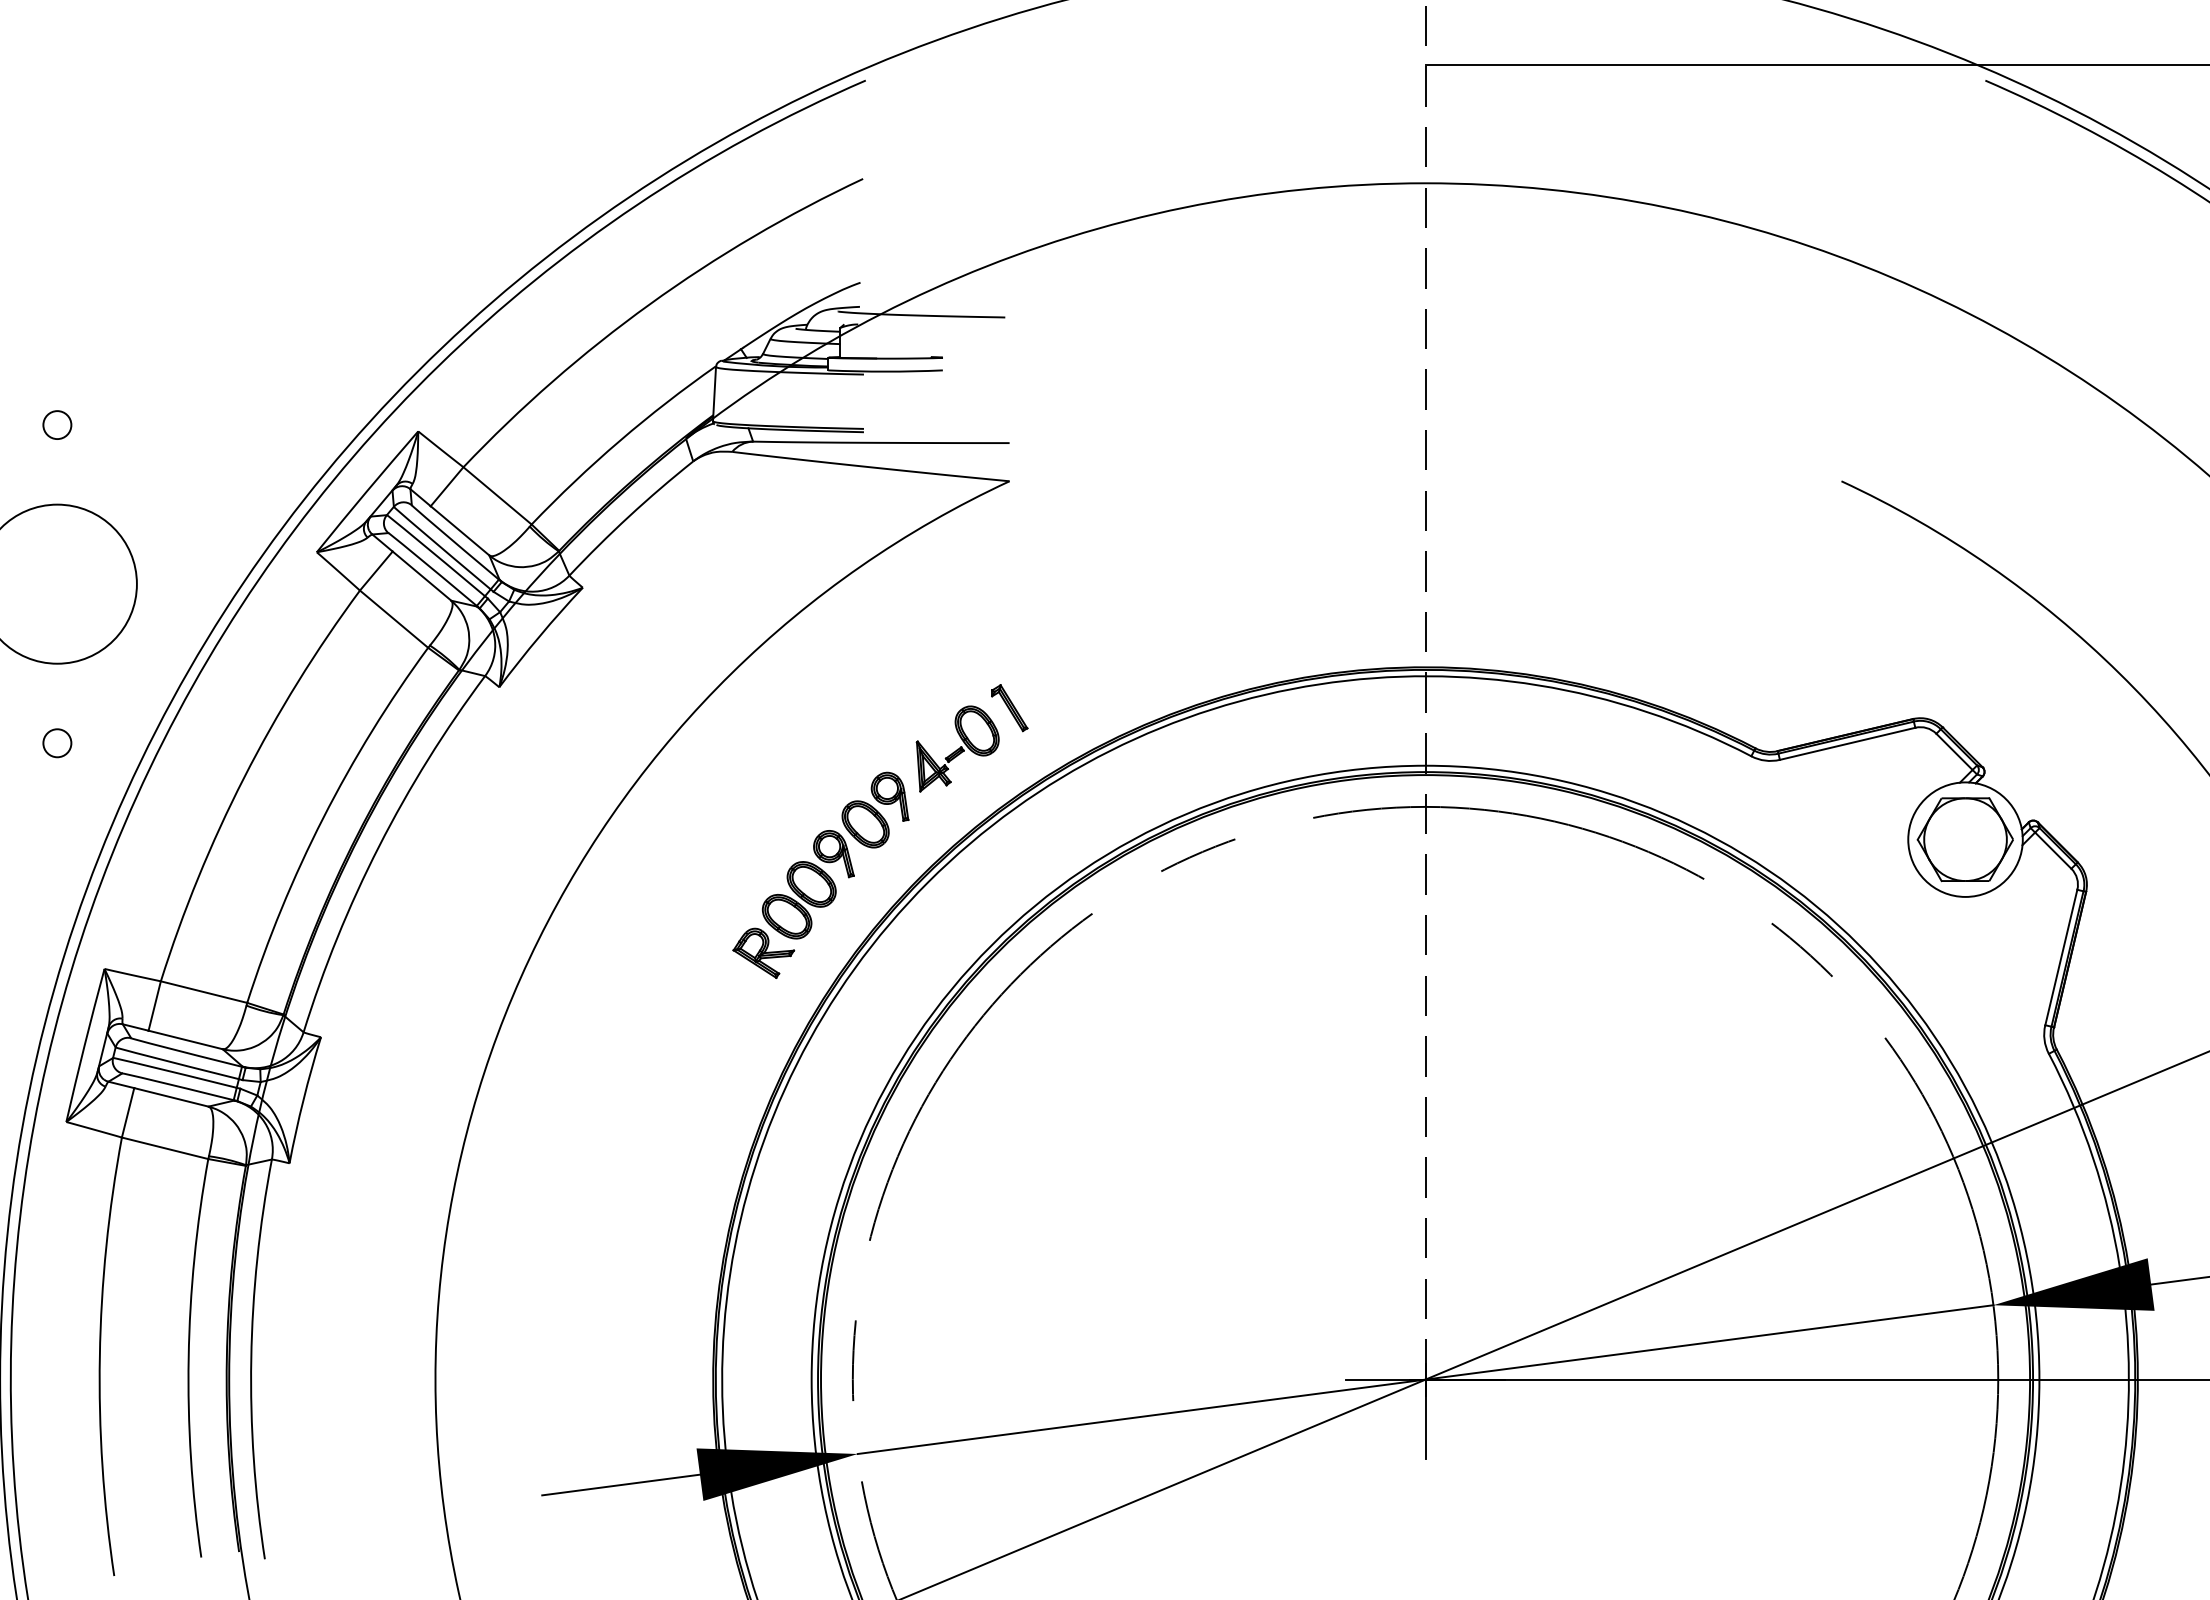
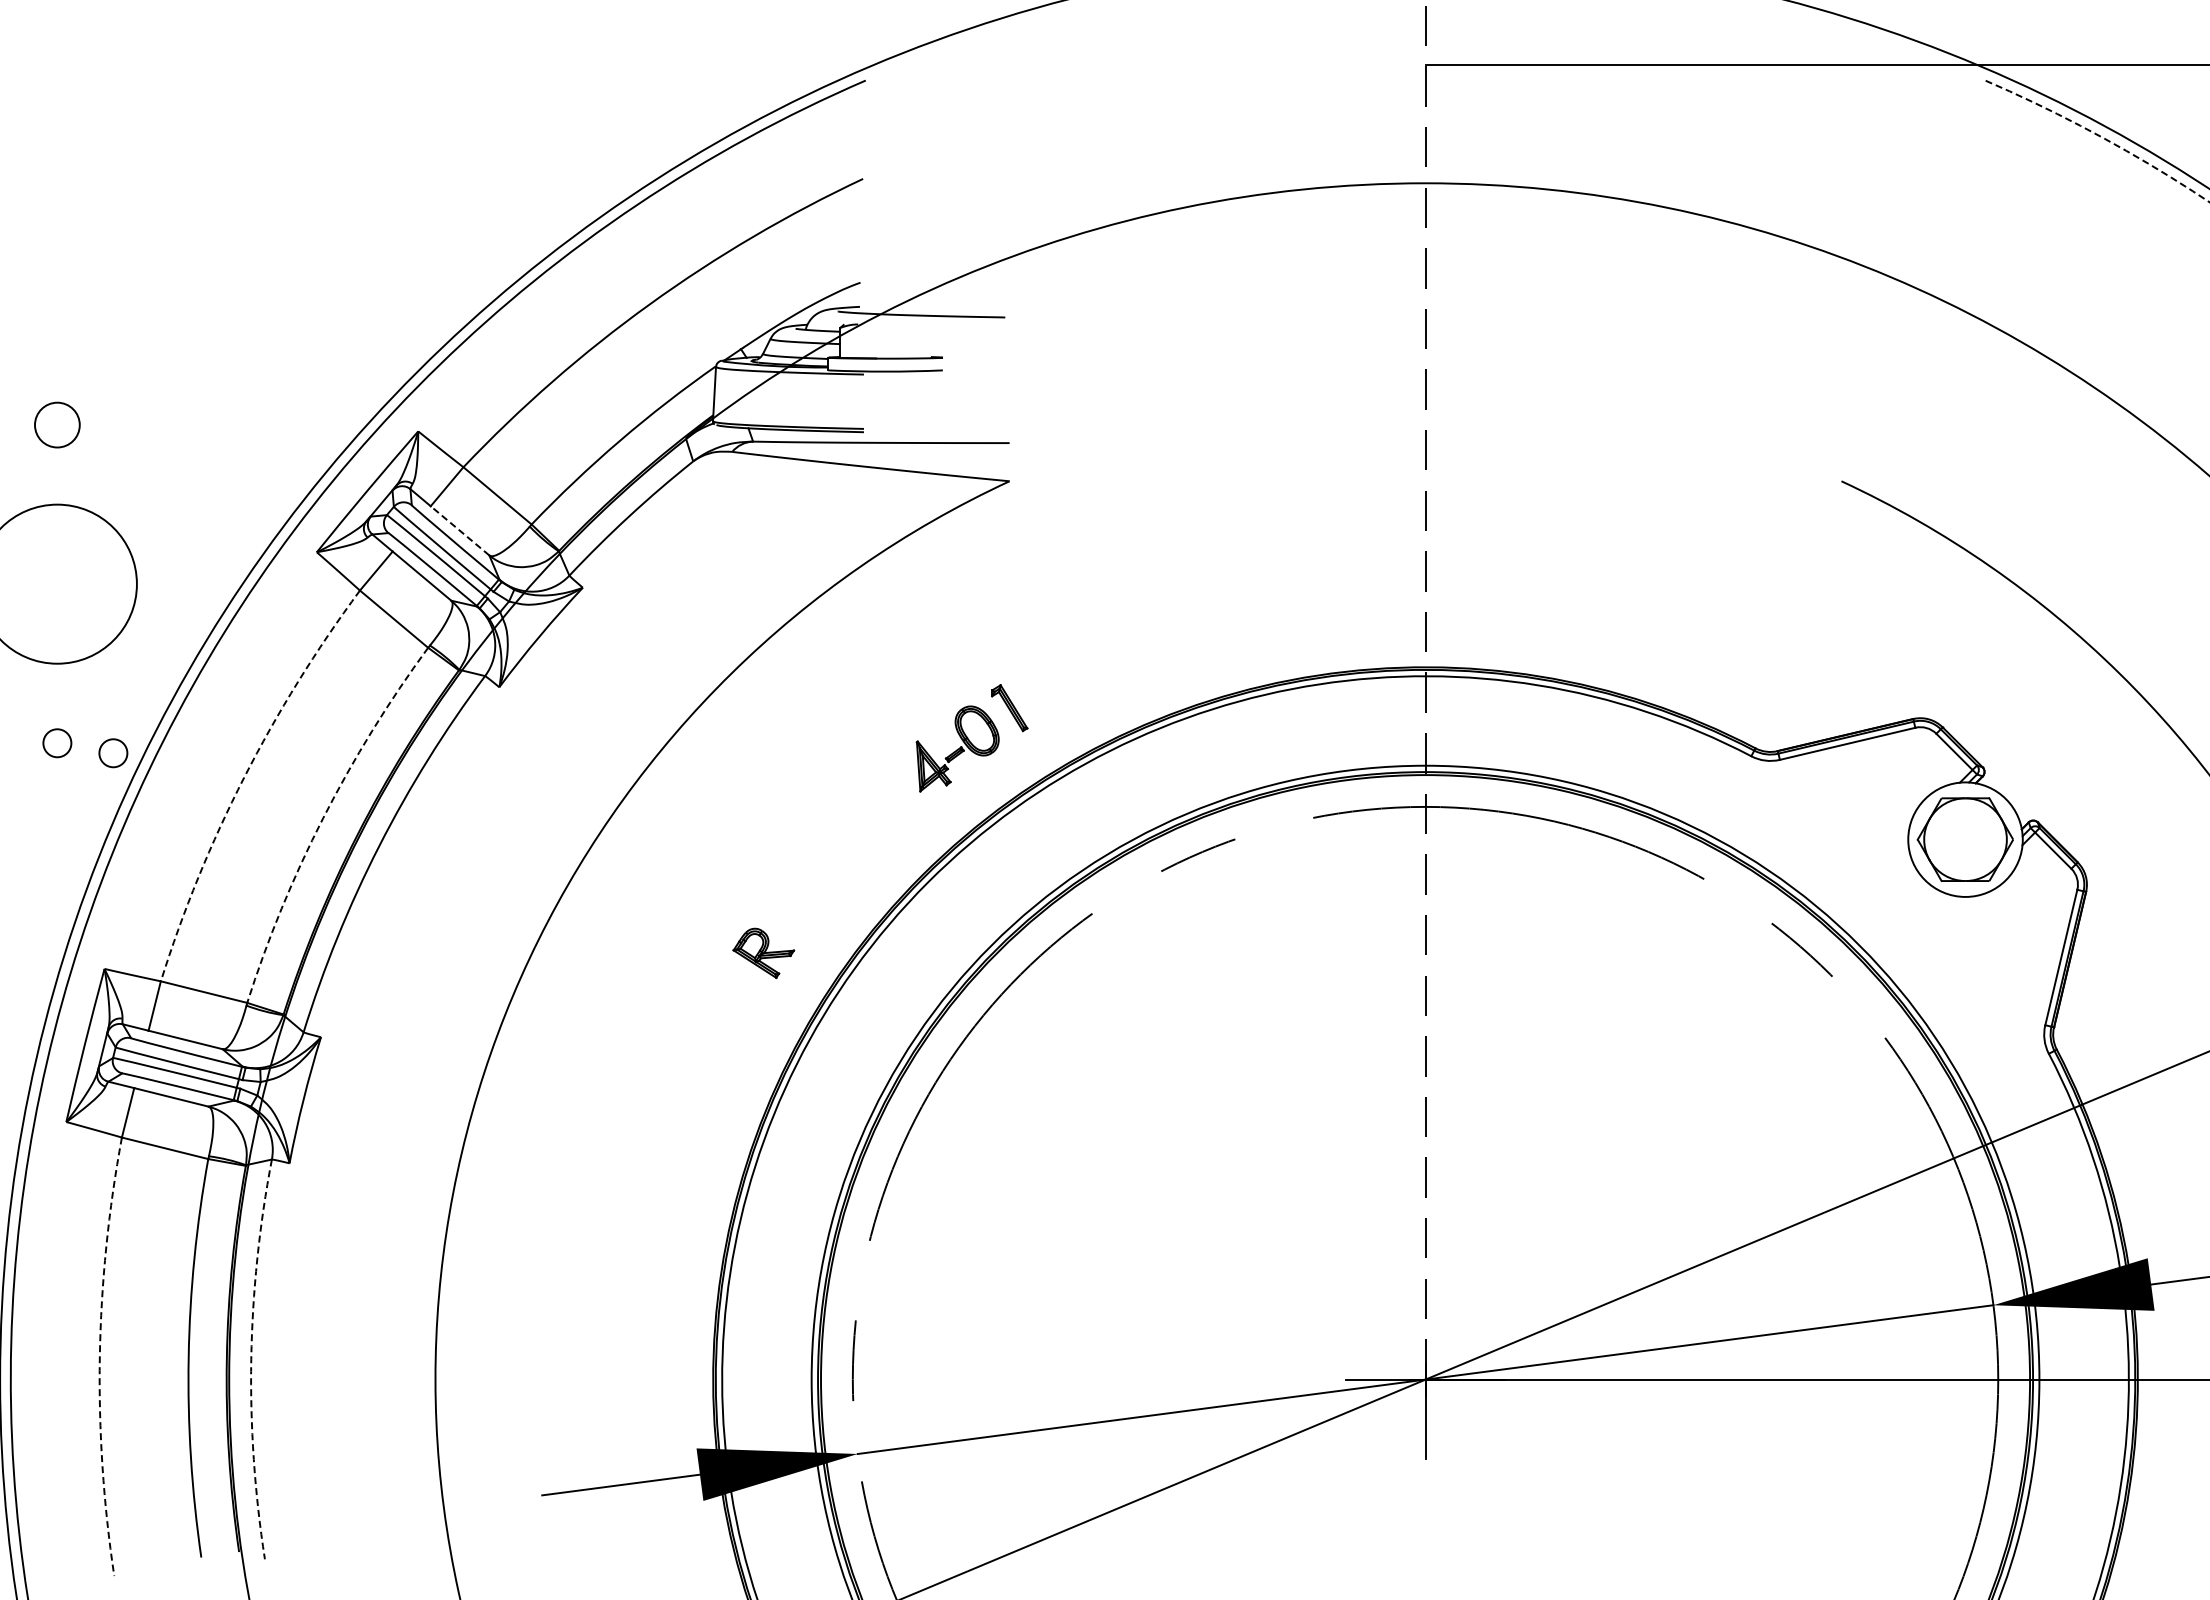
arc at (2100, 136): solid -> dashed
circle at (57, 425) diameter: 28 px -> 45 px
line at (459, 530): solid -> dashed
circle at (113, 753): none -> present
arc at (244, 777): solid -> dashed
arc at (323, 818): solid -> dashed
part at (835, 855): present -> none
arc at (99, 1356): solid -> dashed
arc at (251, 1359): solid -> dashed
